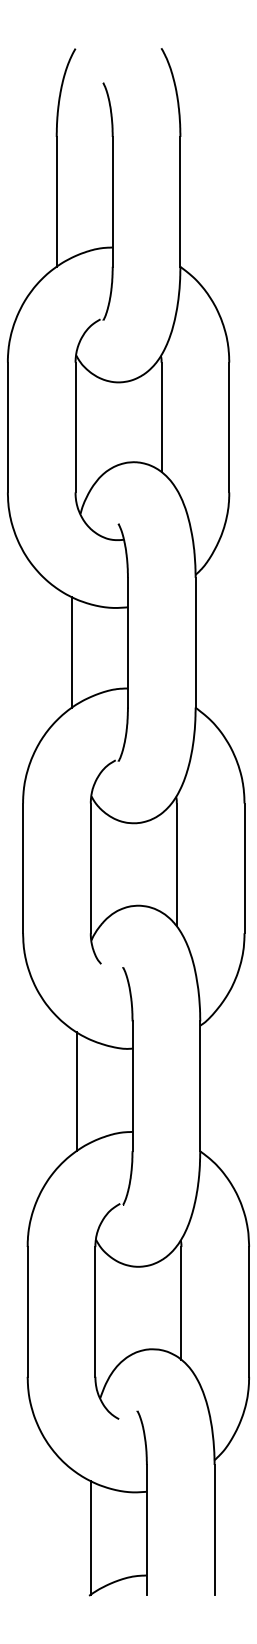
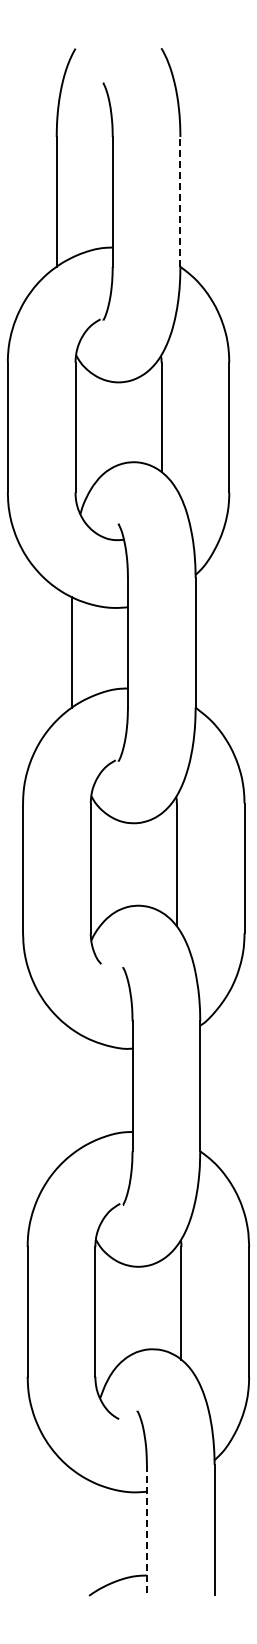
line at (180, 201): solid -> dashed
line at (76, 1091): present -> none
line at (146, 1529): solid -> dashed
line at (90, 1537): present -> none
